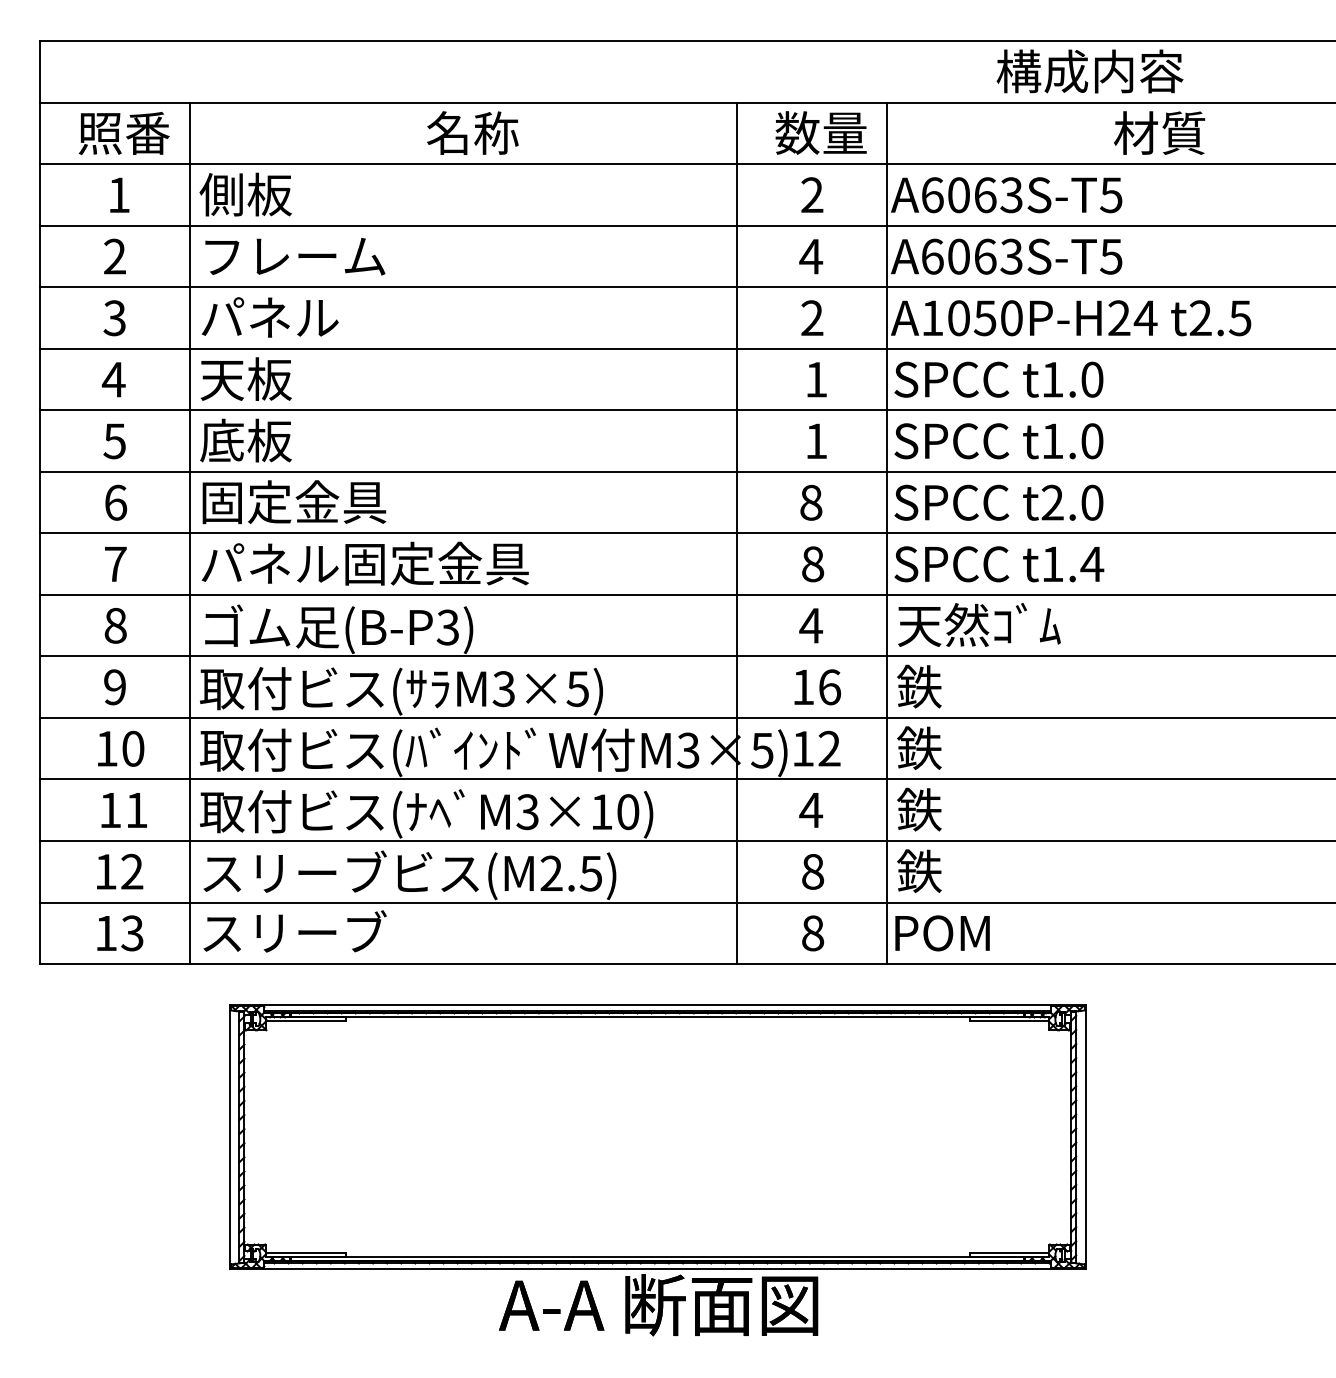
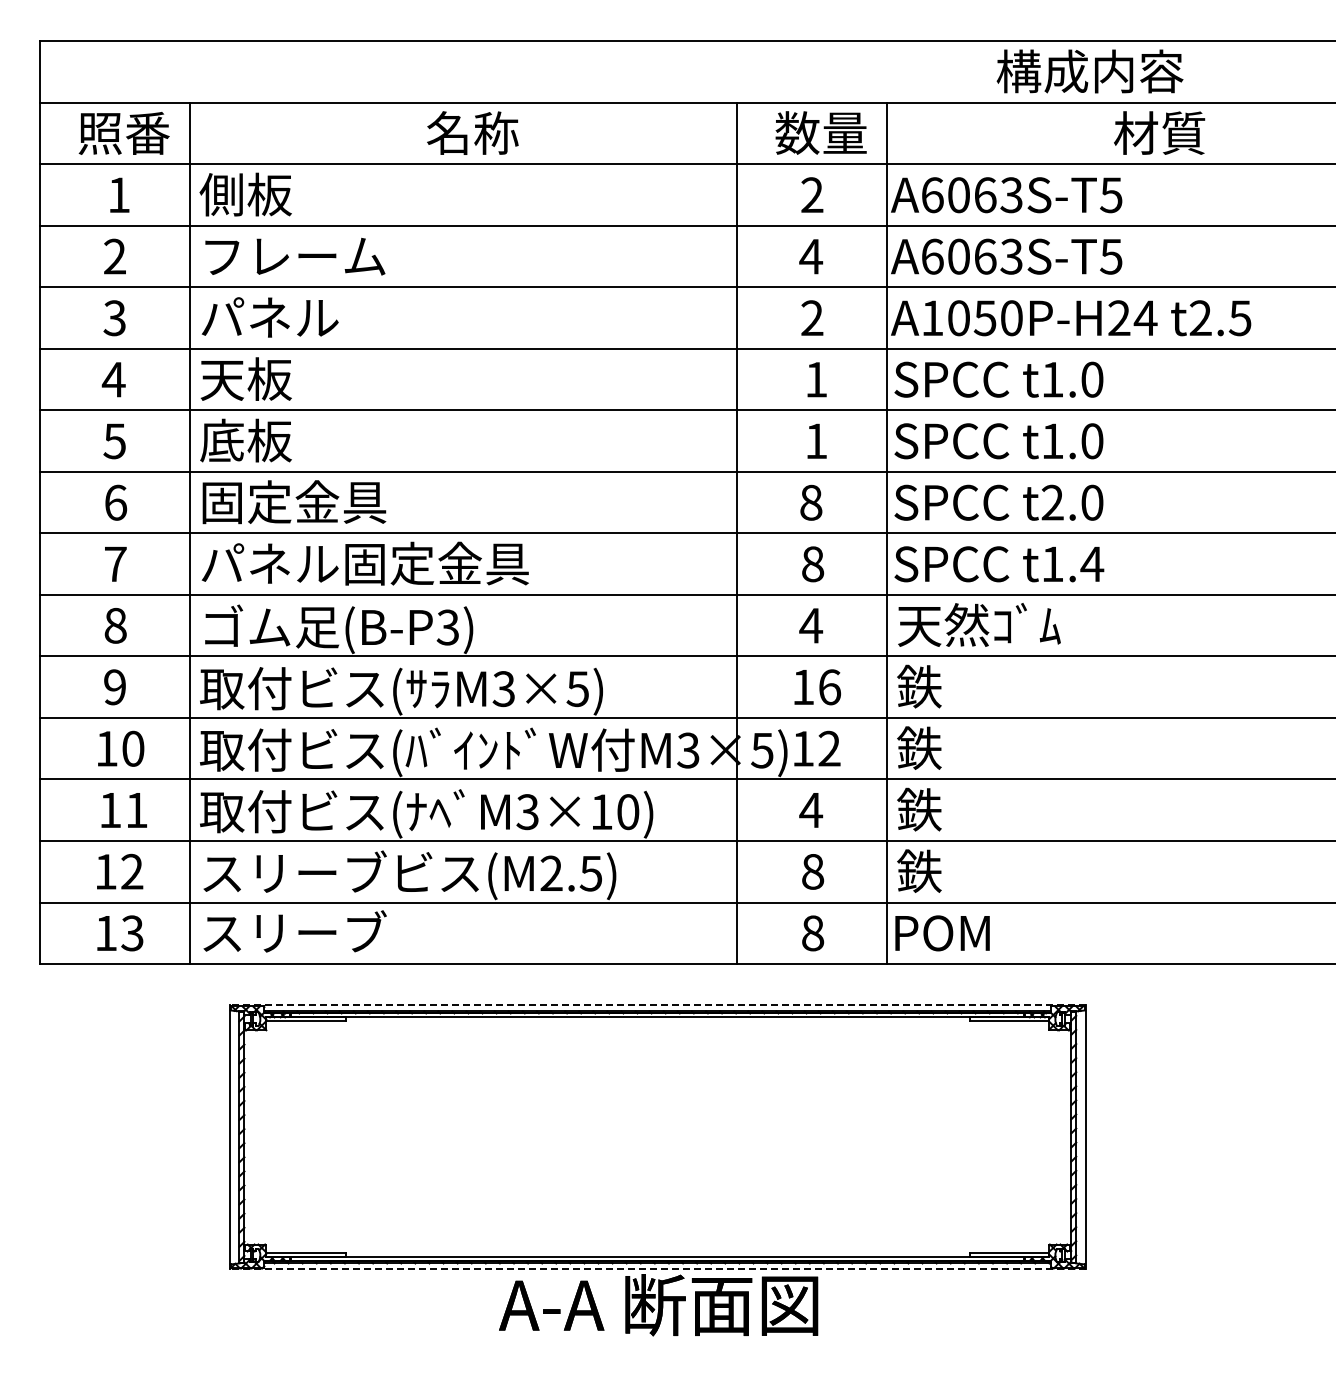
line at (657, 1005): solid -> dashed
line at (657, 1269): solid -> dashed
